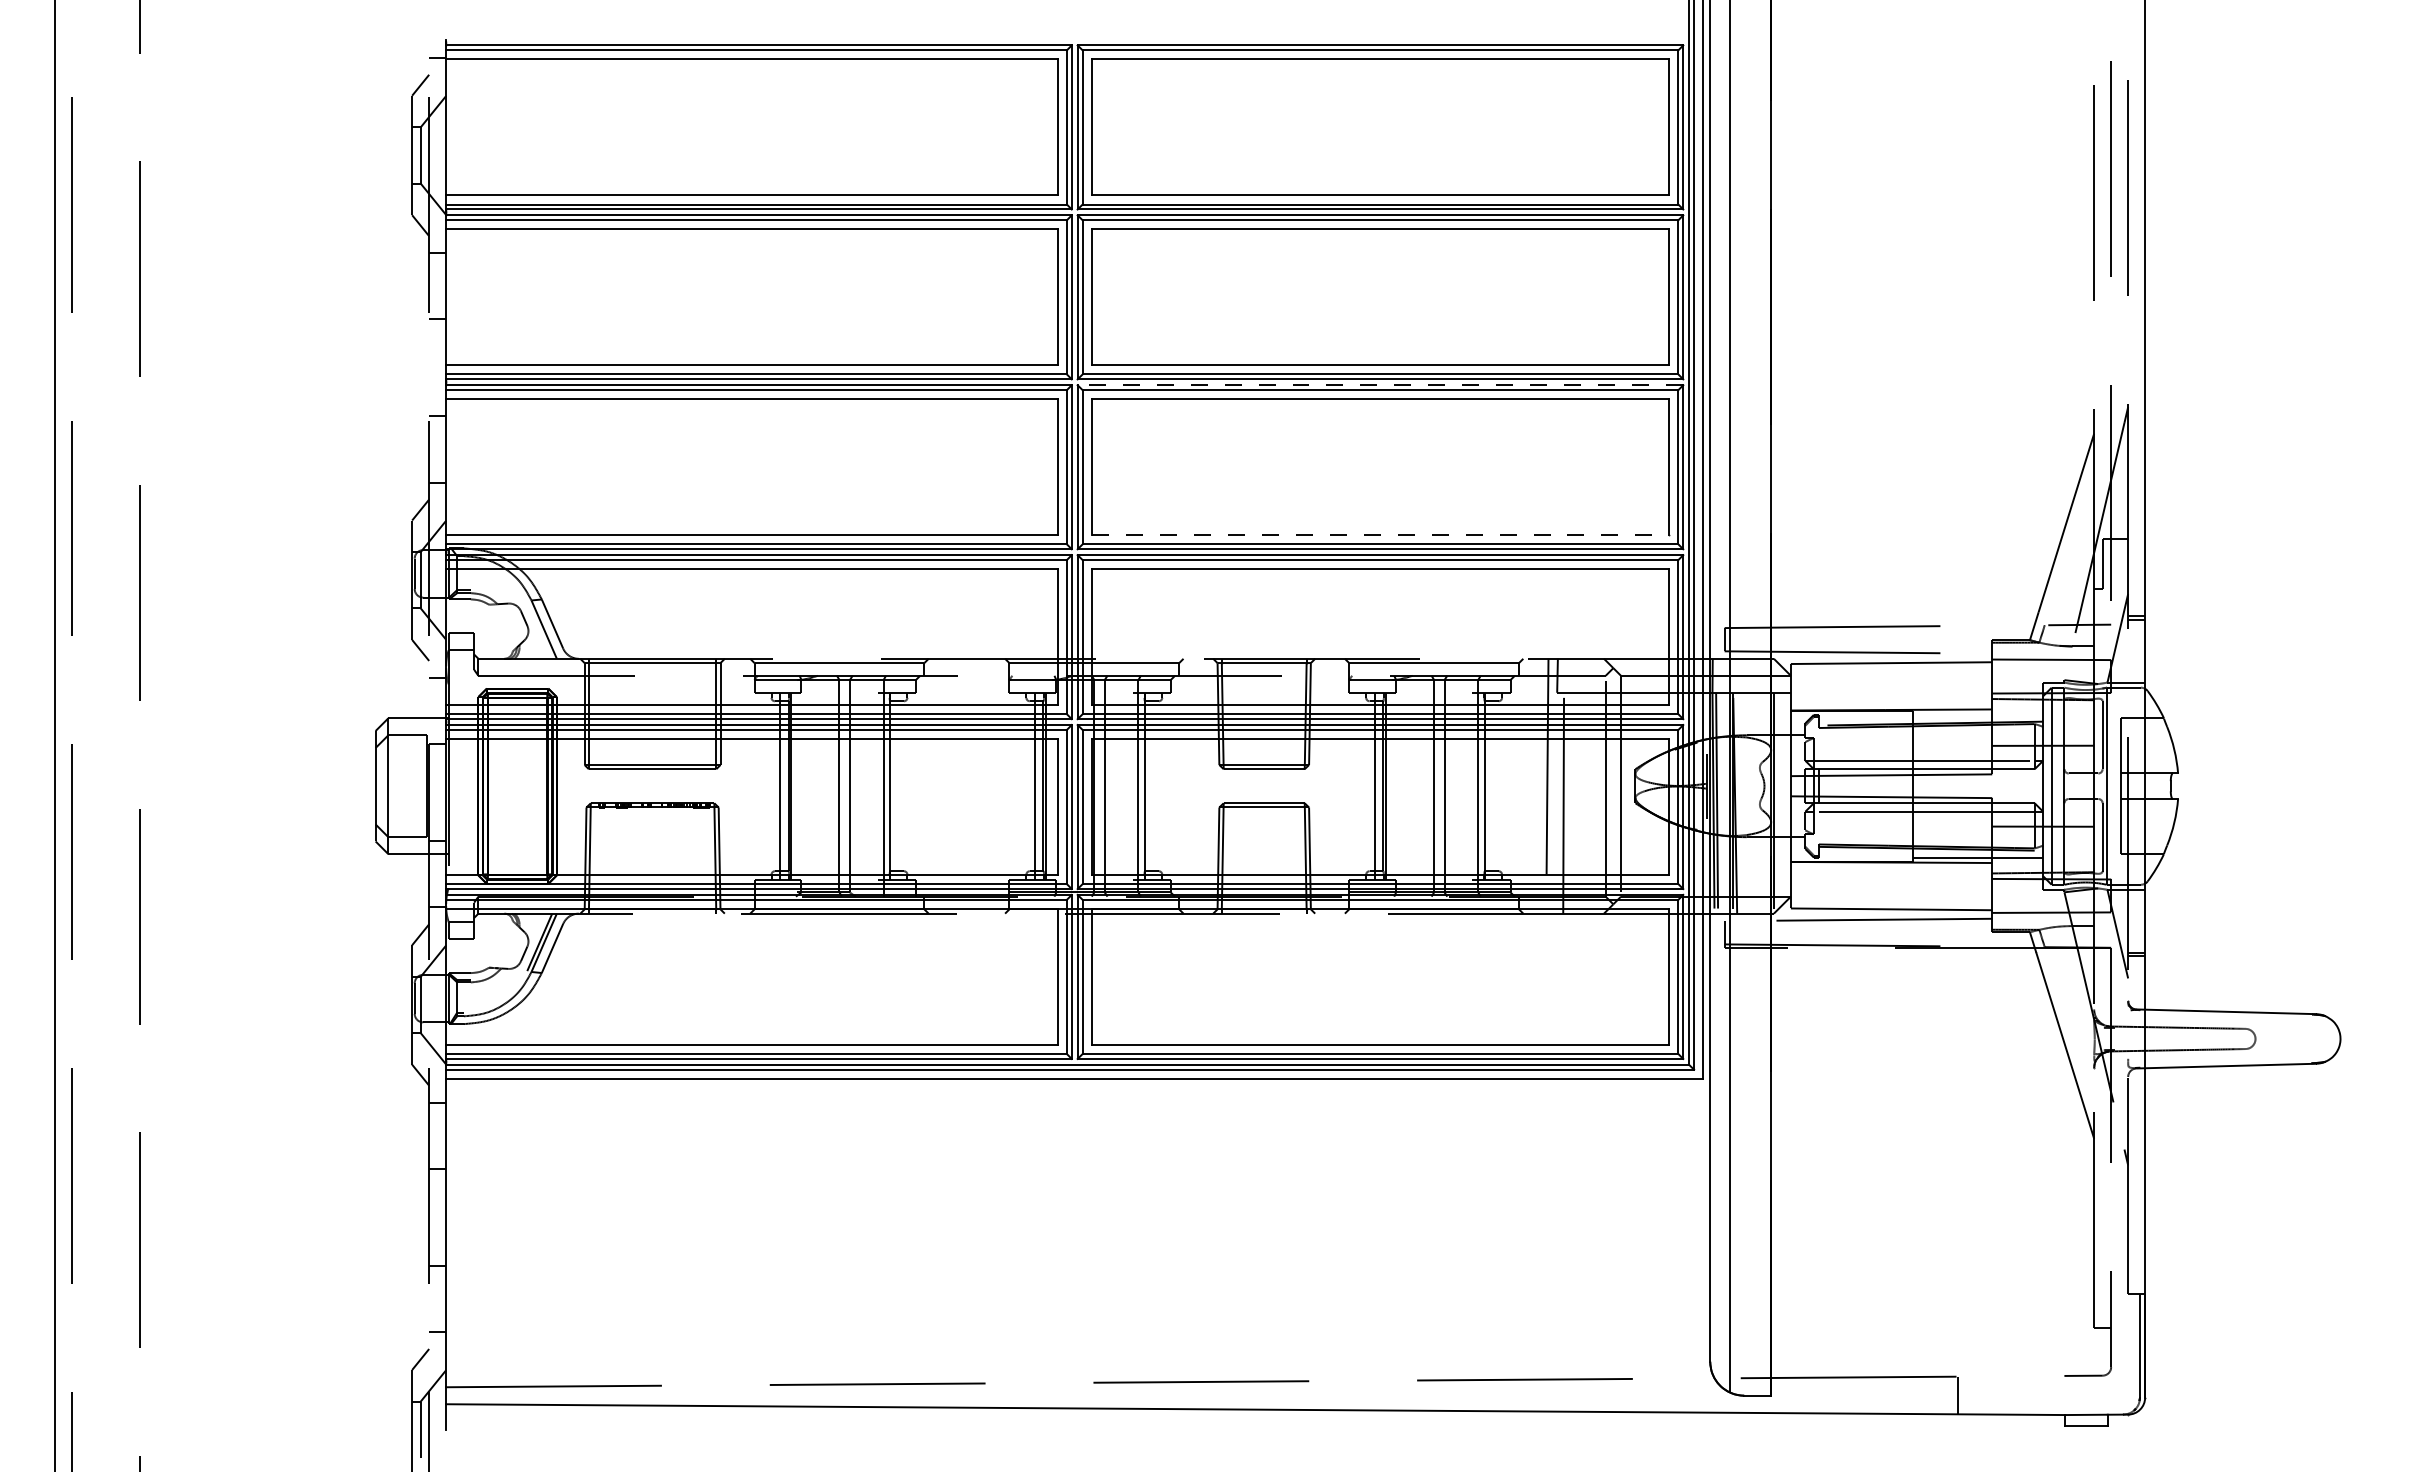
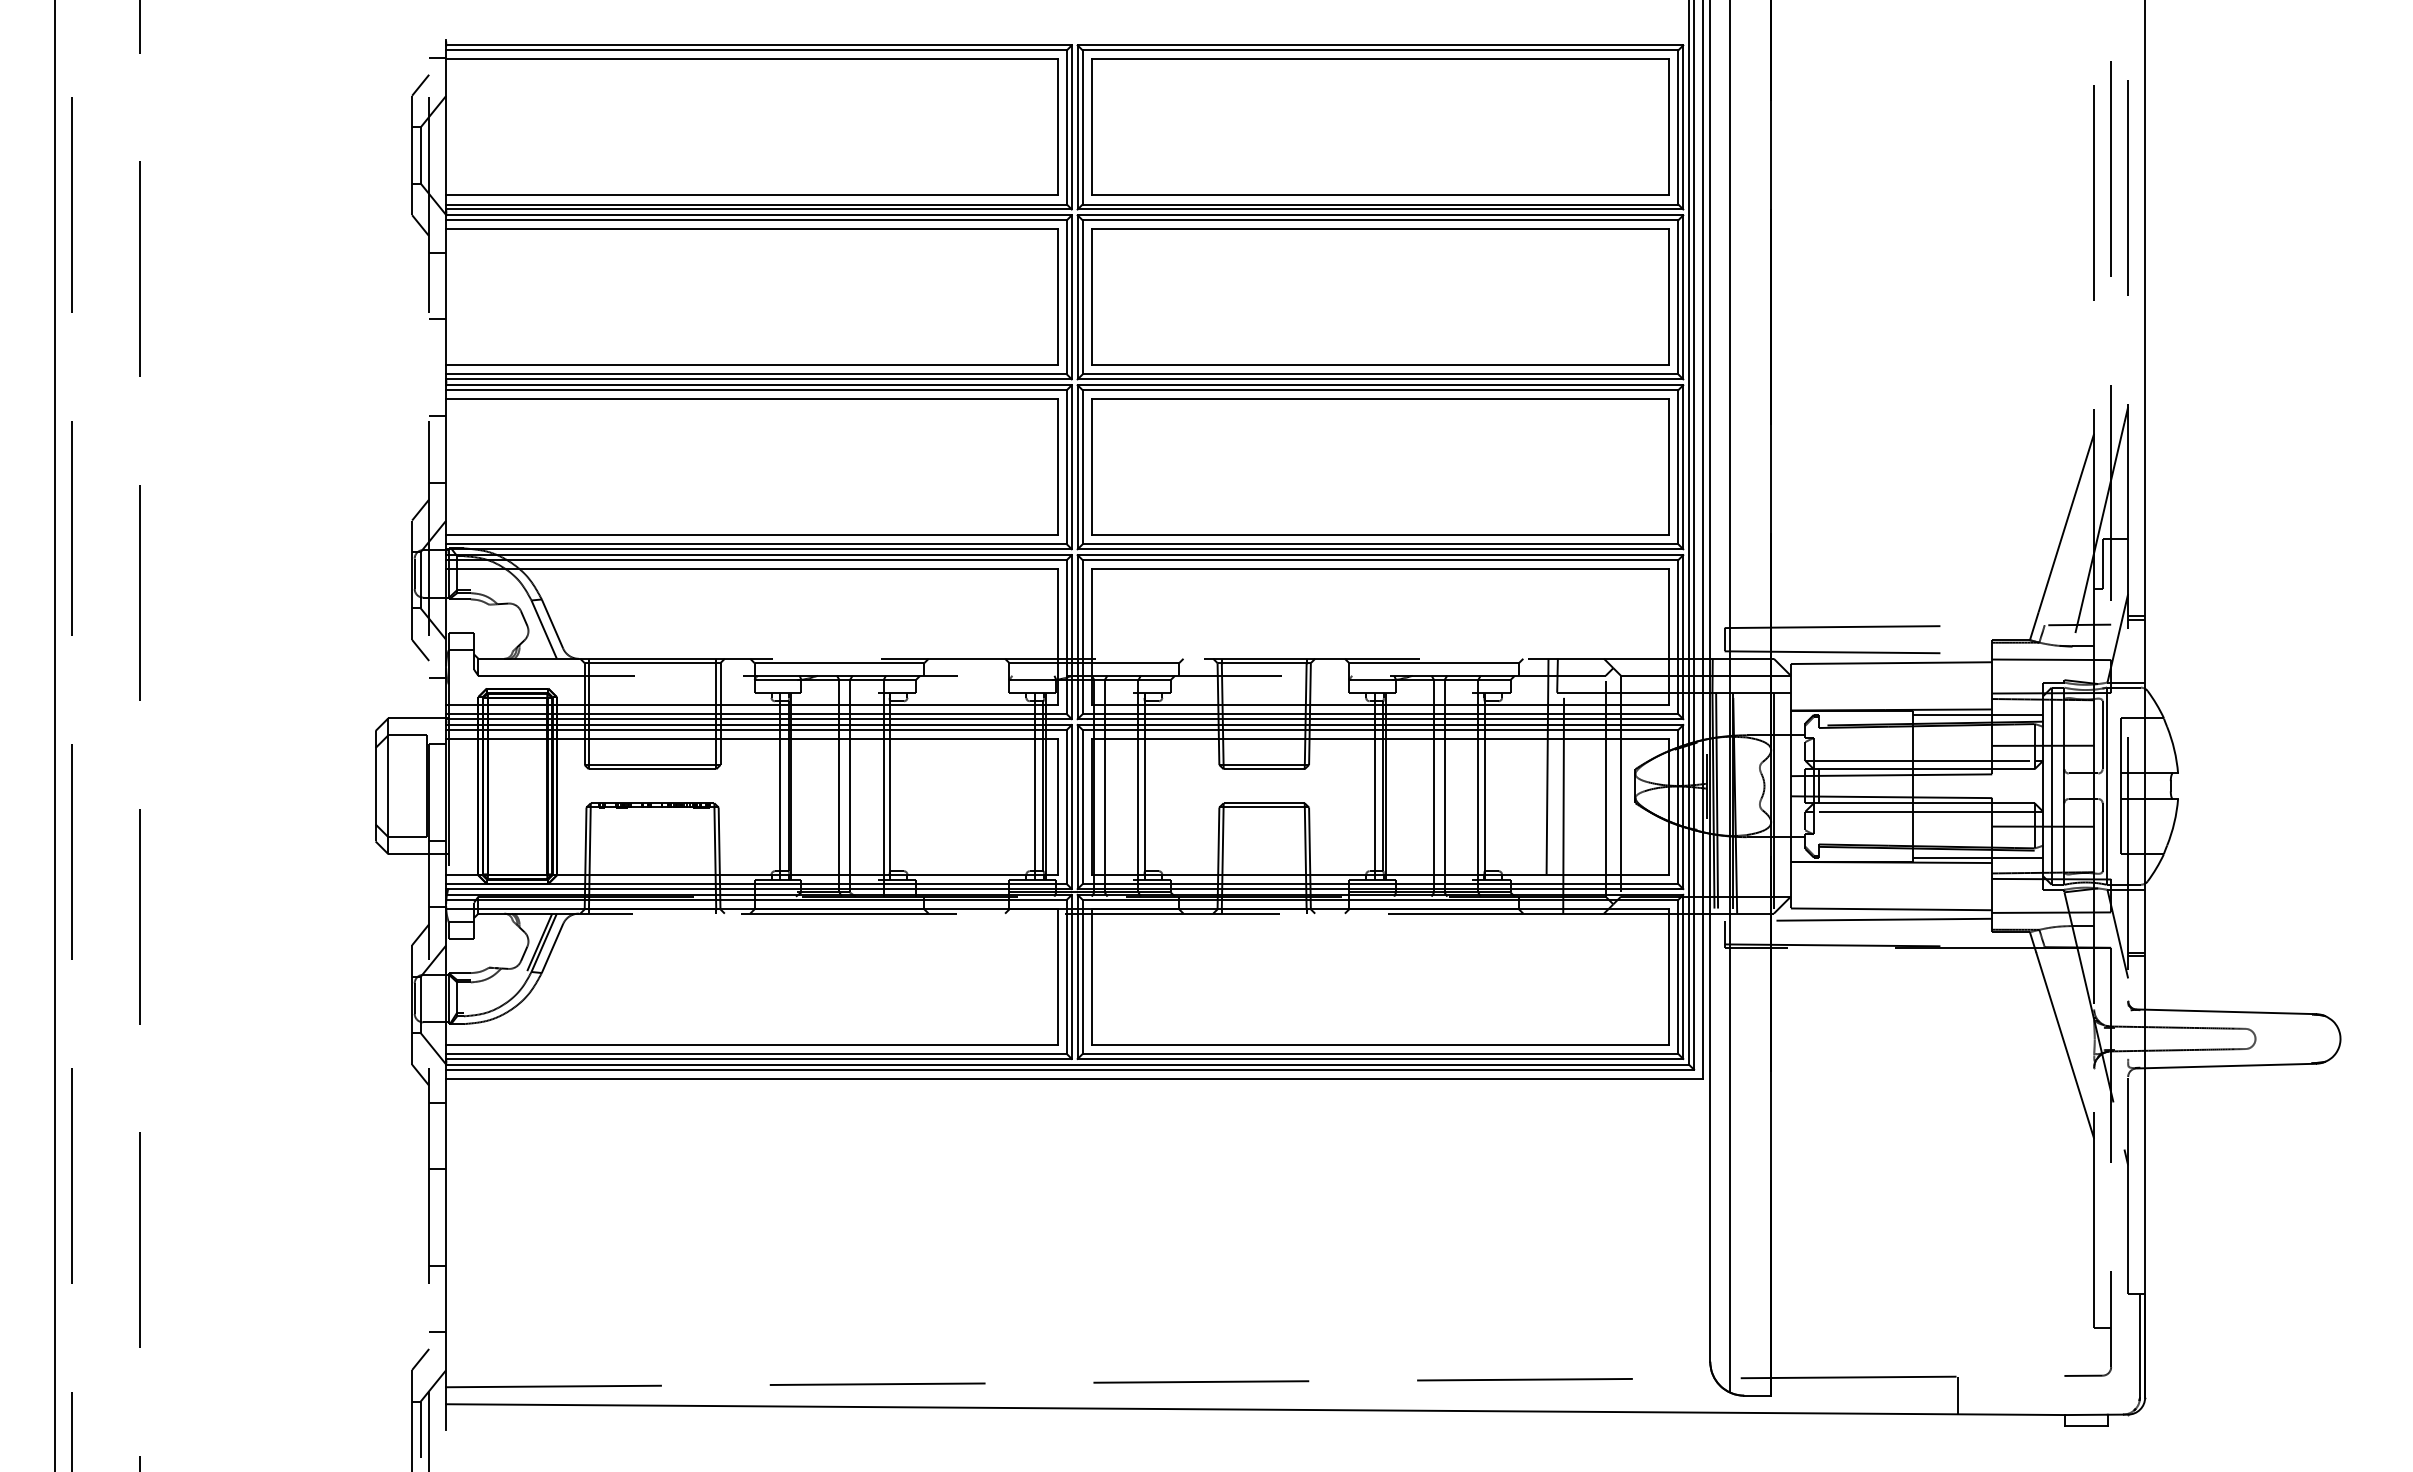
line at (1380, 385): dashed -> solid
line at (1380, 535): dashed -> solid
line at (1978, 714): none -> present
